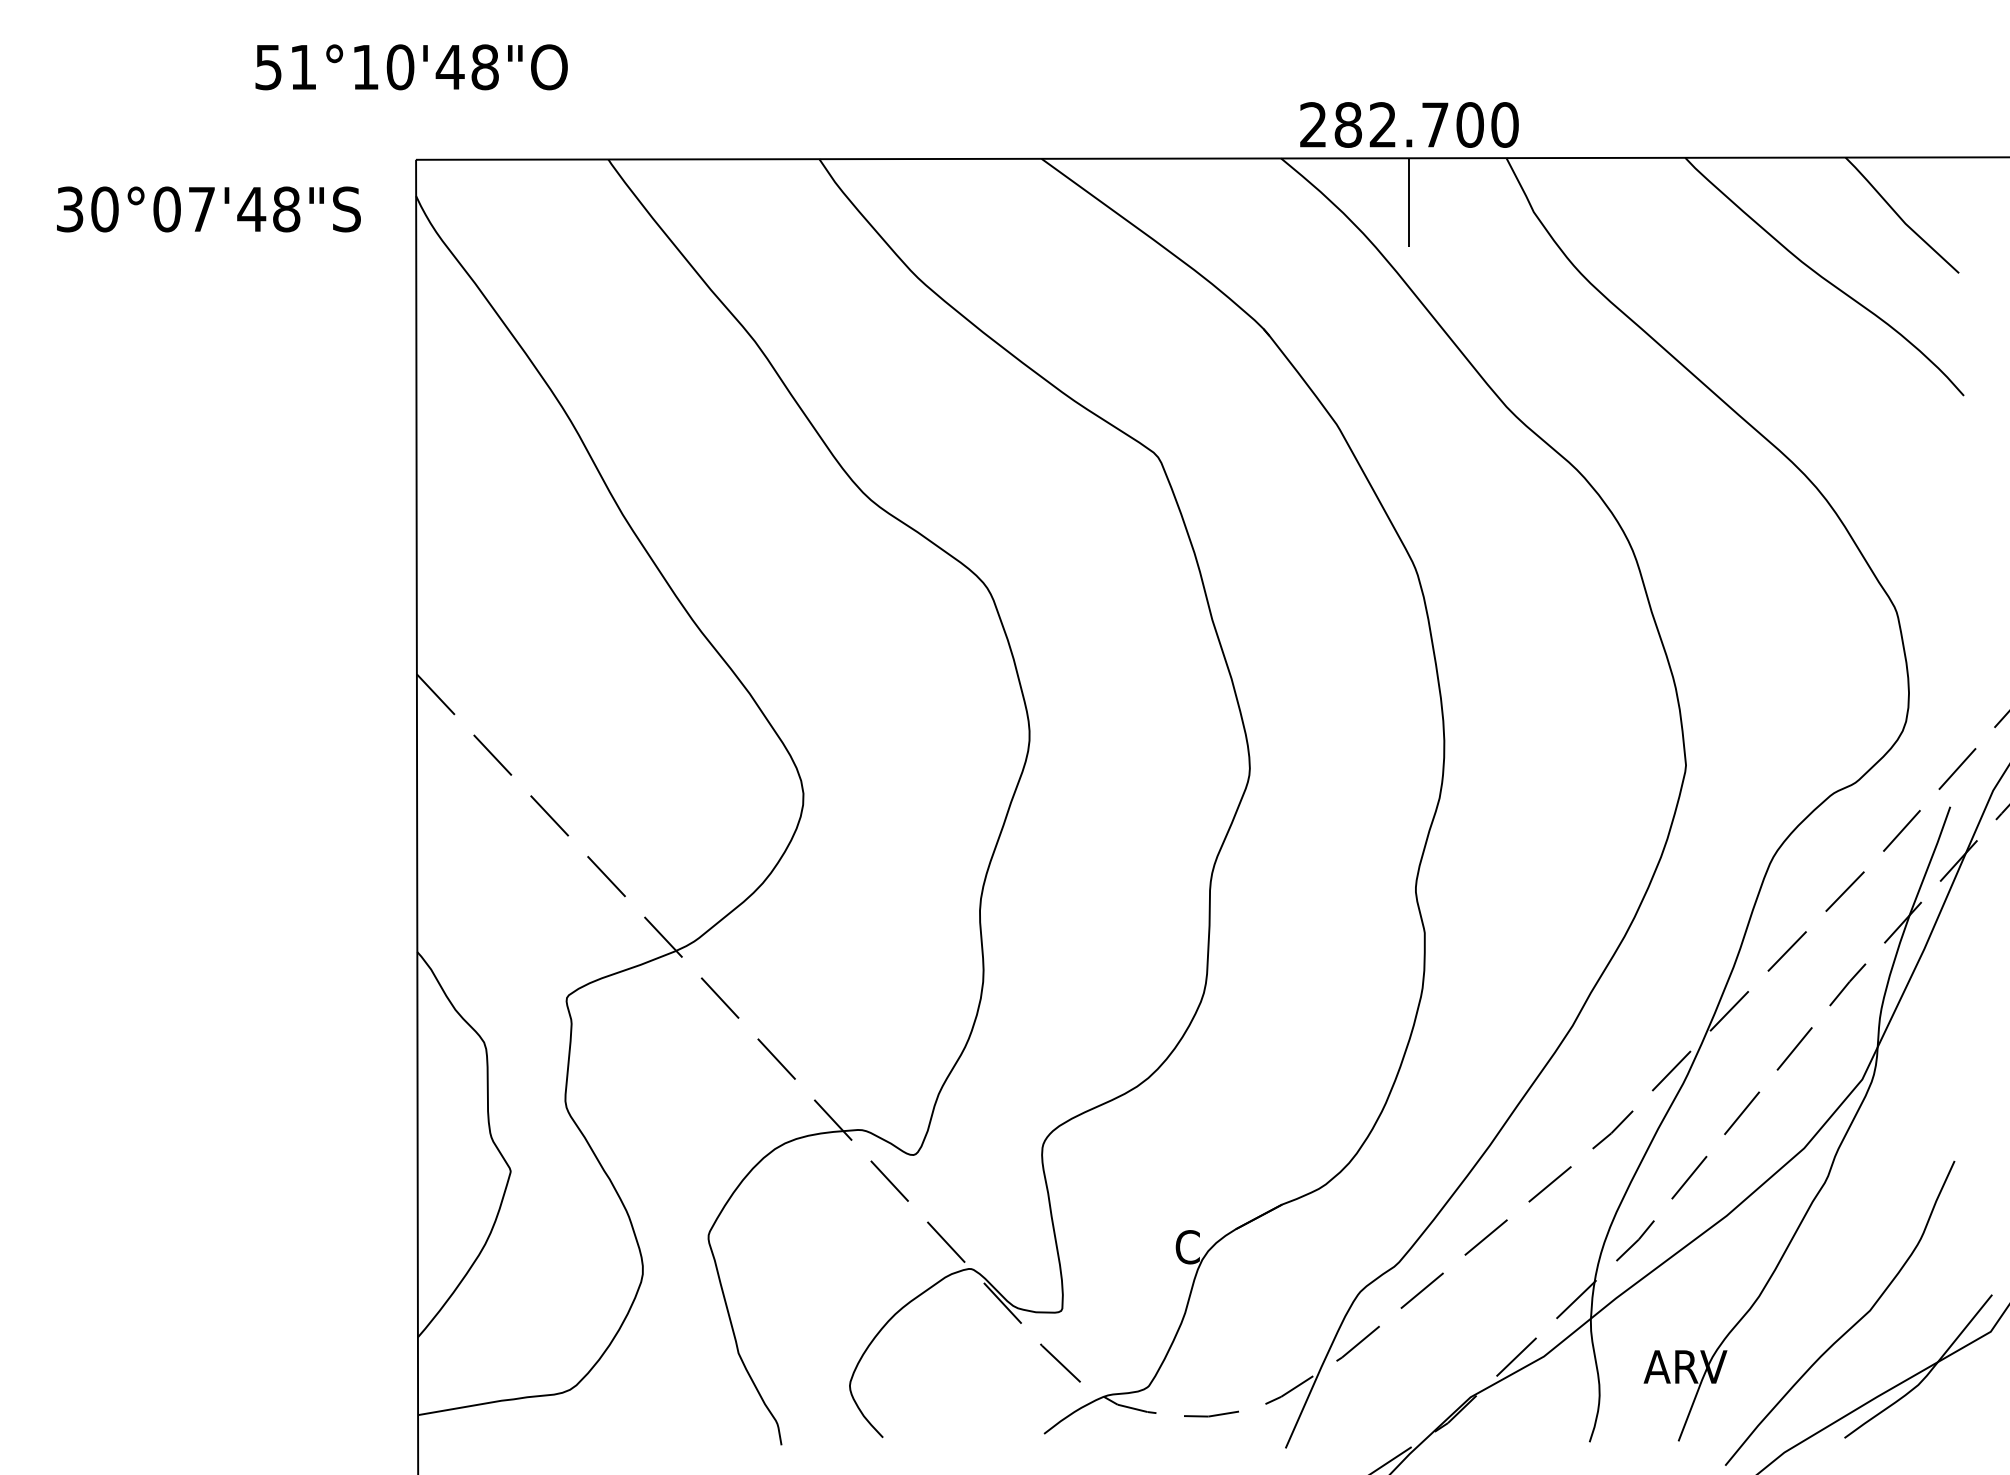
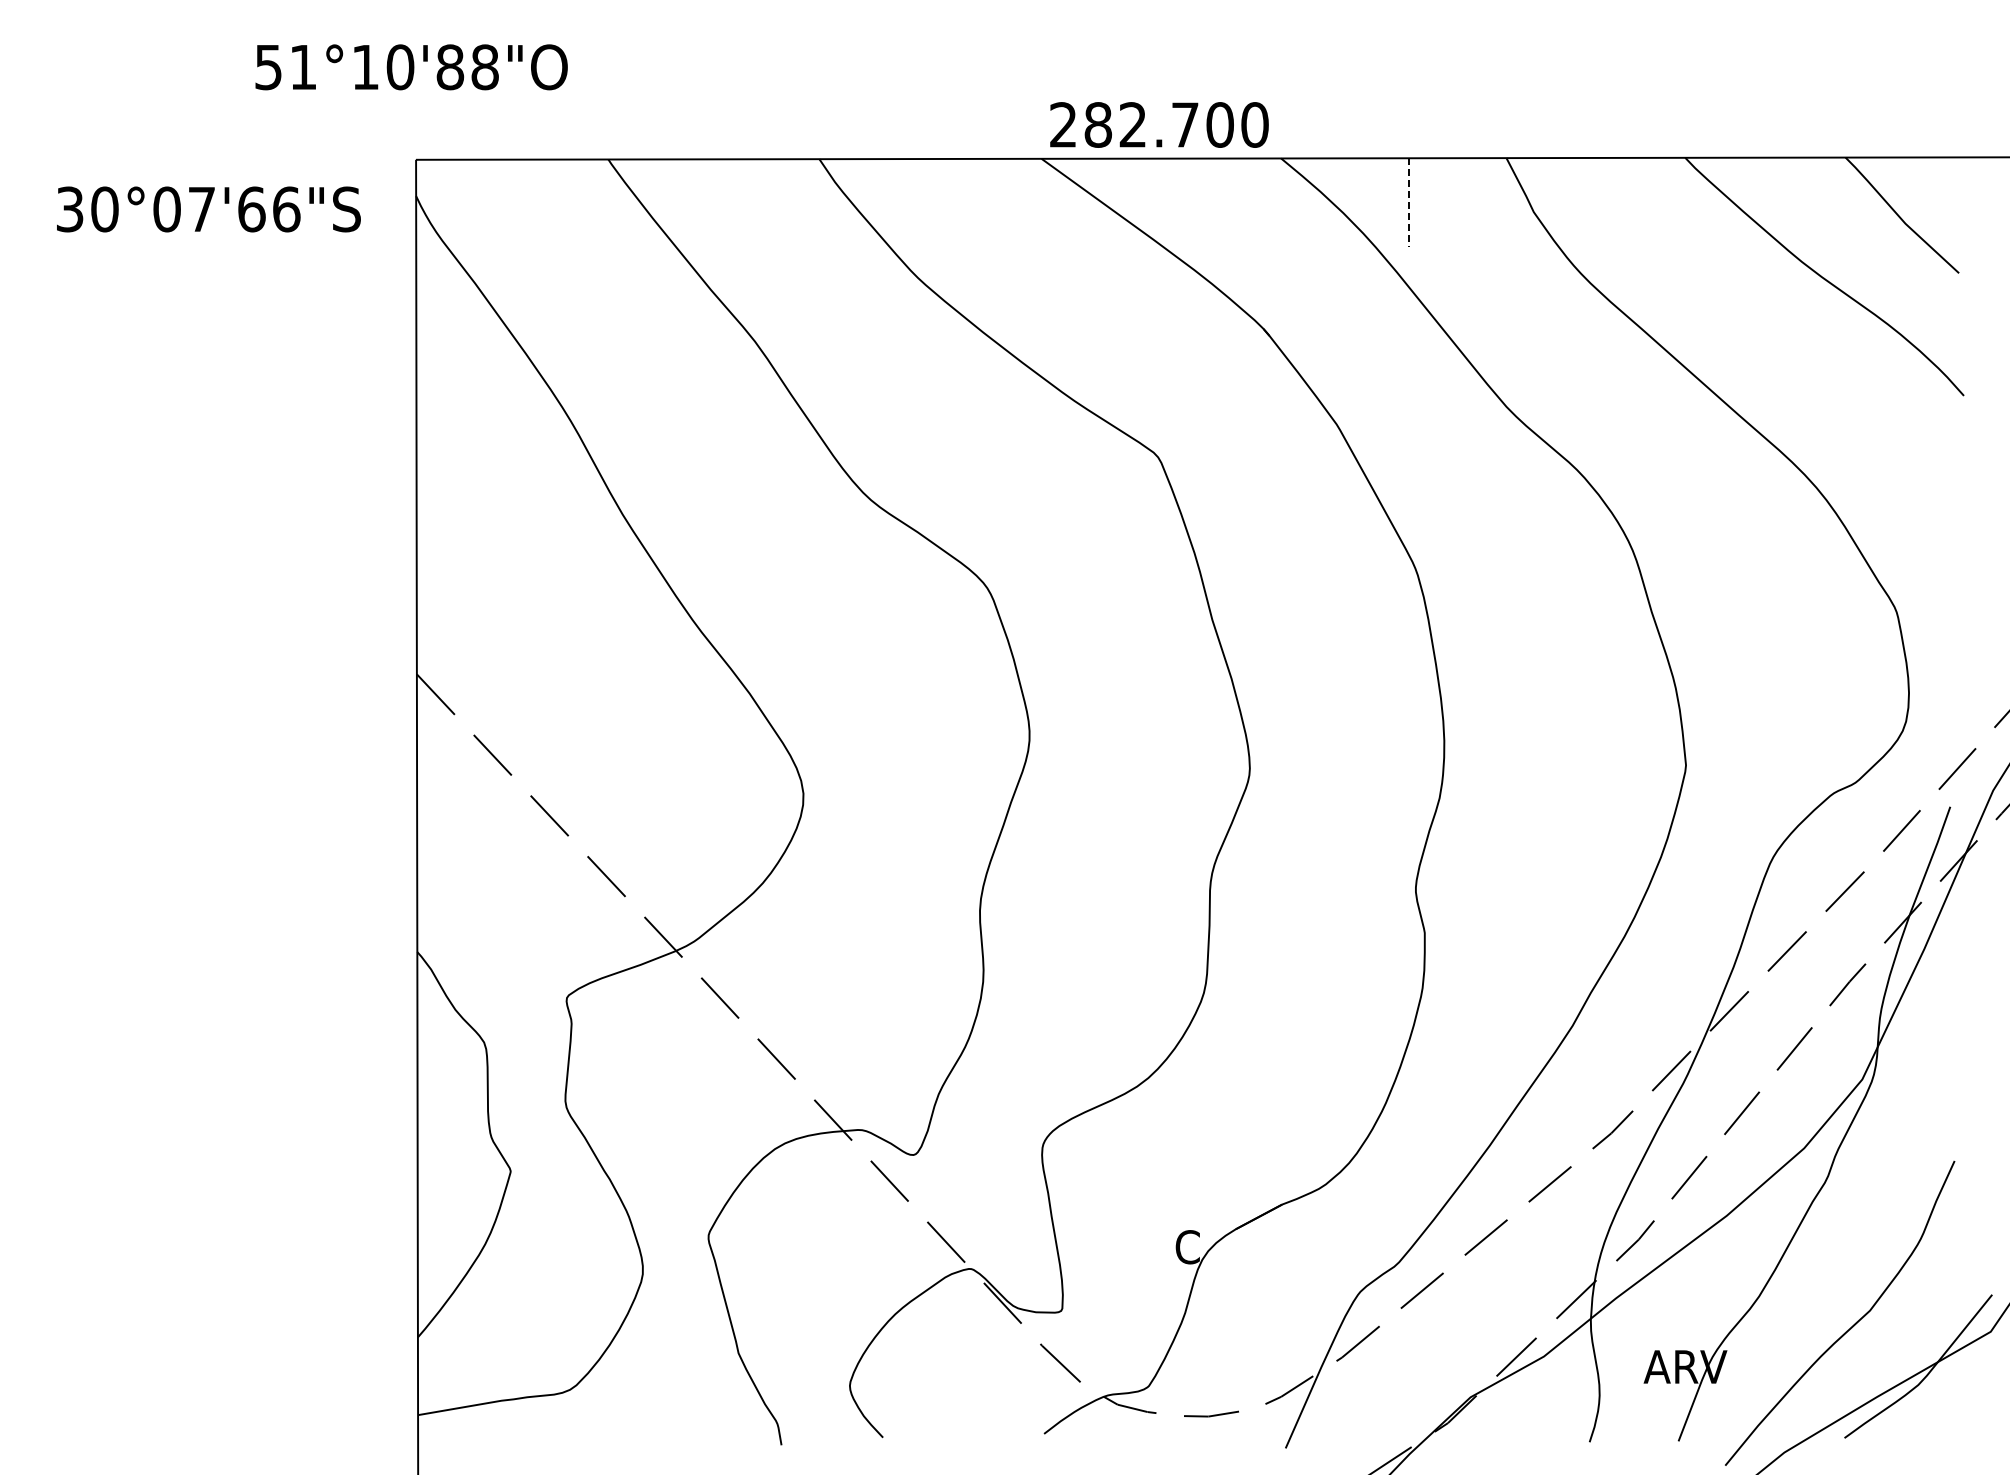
text at (449, 67): 51°10'48"O -> 51°10'88"O
text at (1409, 124) position: (1409, 124) -> (1159, 124)
line at (1409, 203): solid -> dashed
text at (268, 209): 30°07'48"S -> 30°07'66"S
